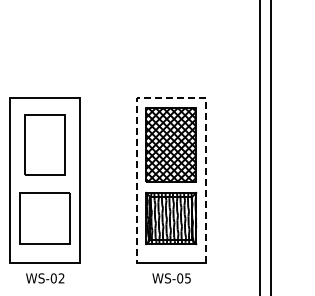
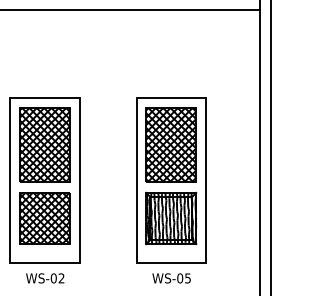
line at (130, 9): none -> present
line at (171, 98): dashed -> solid
part at (44, 144) size: 42x62 px -> 52x76 px
hatch at (44, 218): none -> present
